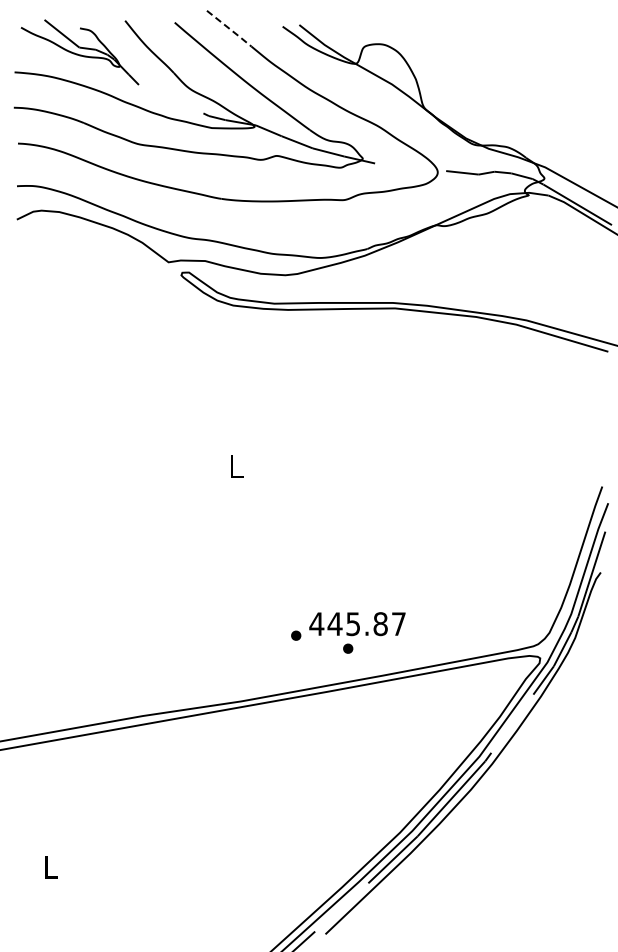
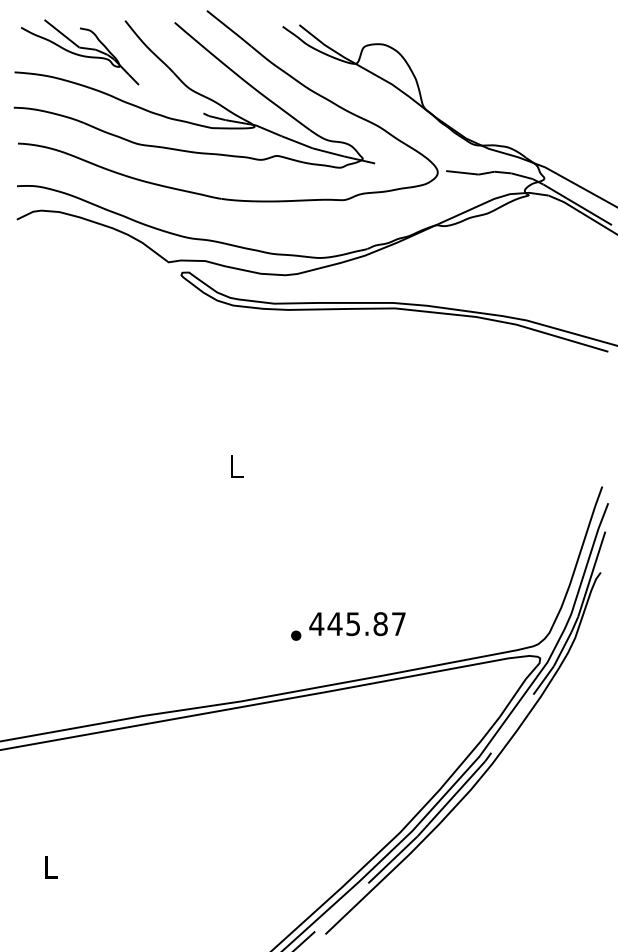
line at (229, 29): dashed -> solid
part at (348, 648): present -> none
